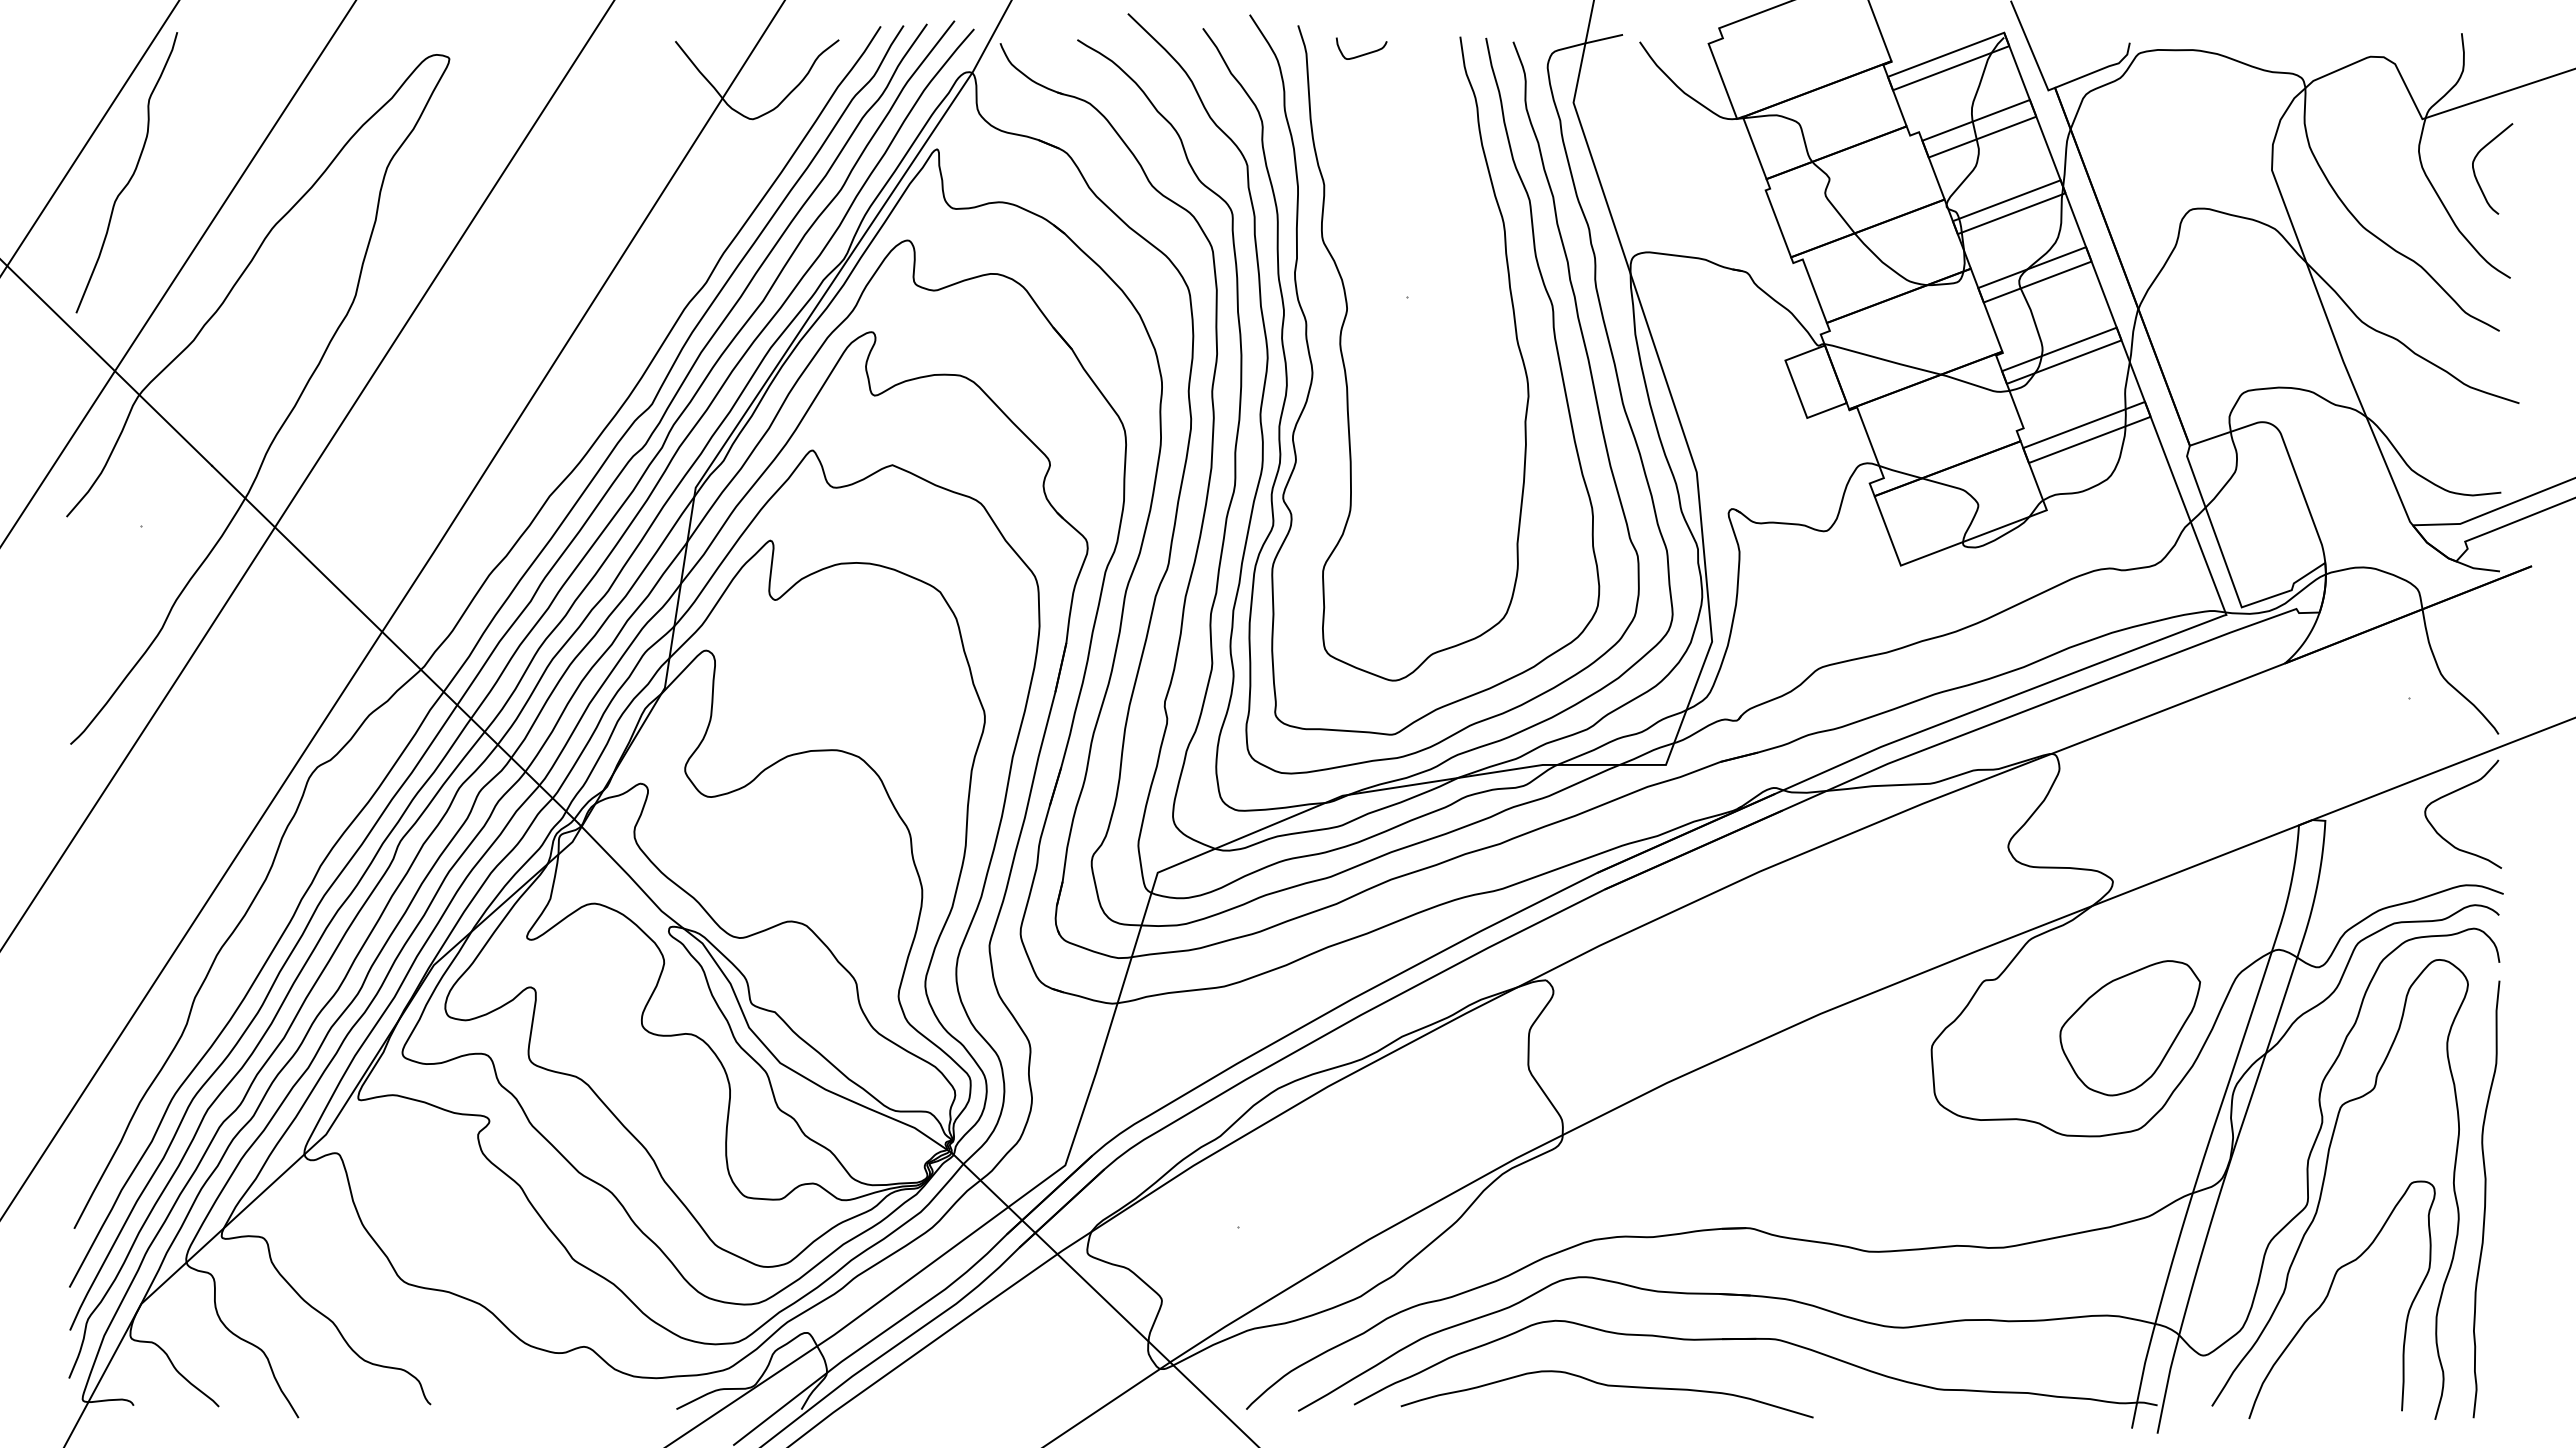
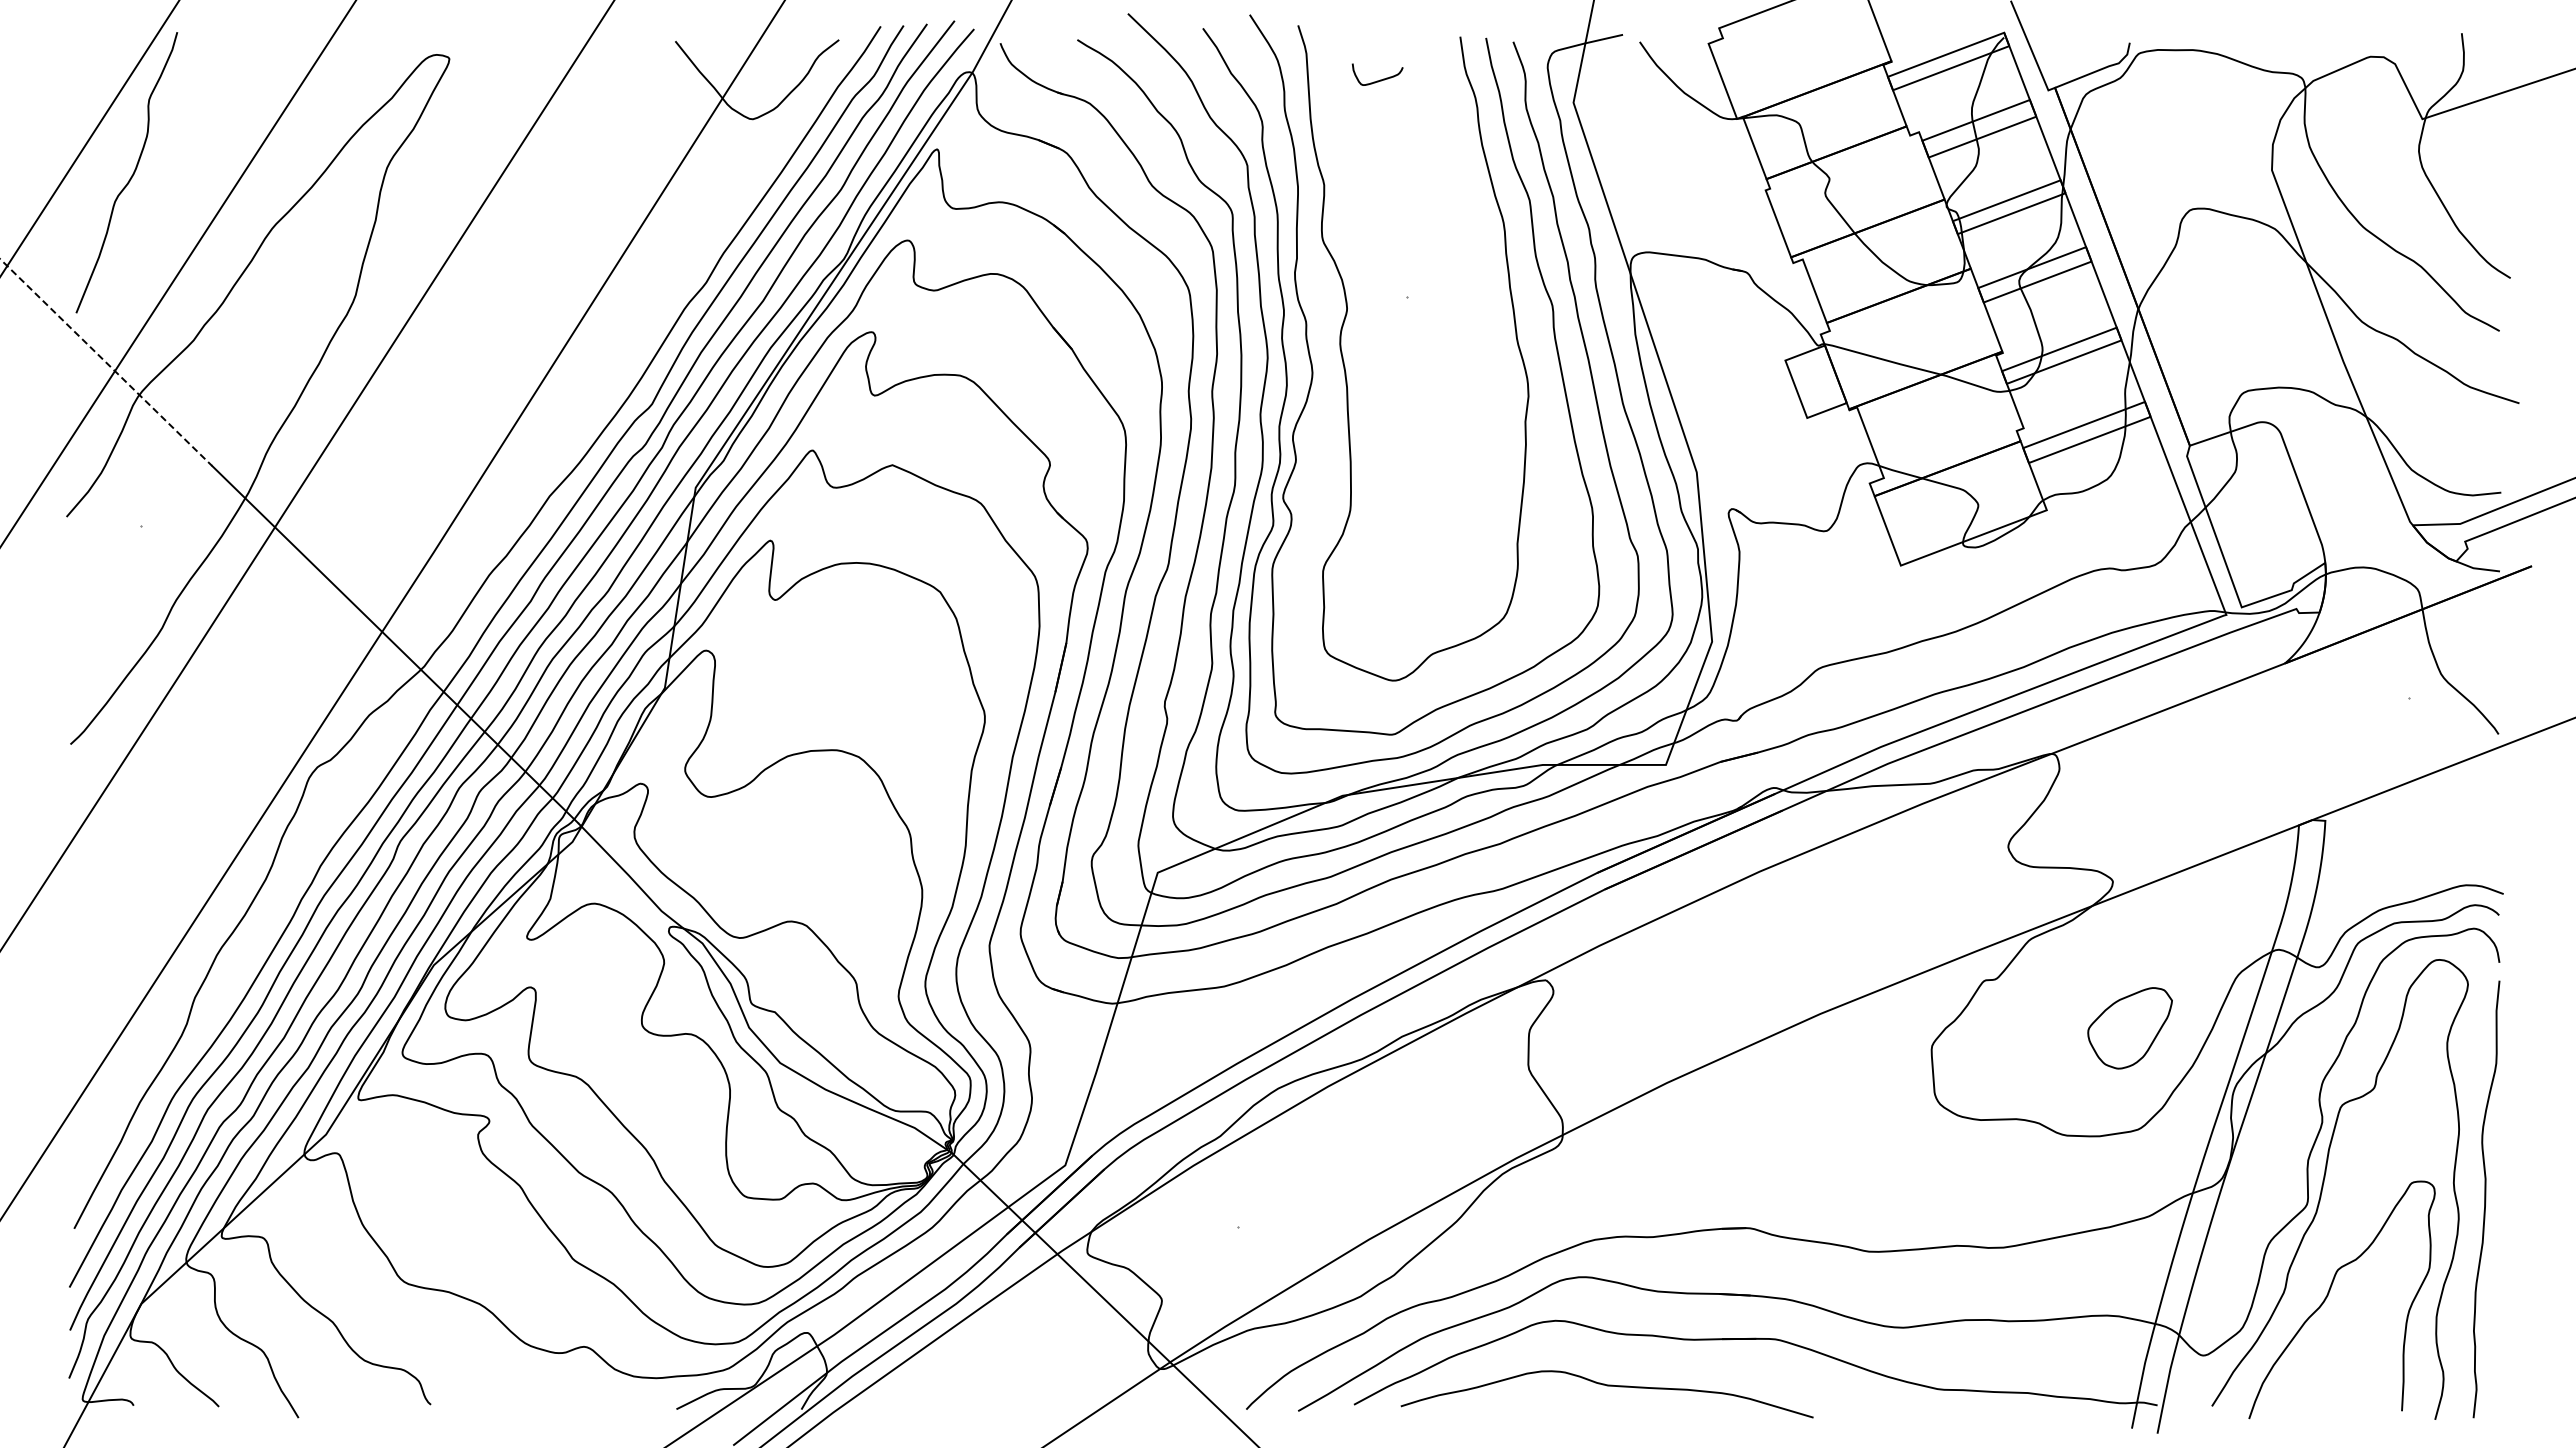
curve at (1364, 53) position: (1364, 53) -> (1380, 79)
curve at (2475, 172): present -> none
line at (106, 362): solid -> dashed
curve at (2455, 792): present -> none
part at (2129, 1028) size: 142x137 px -> 86x83 px
